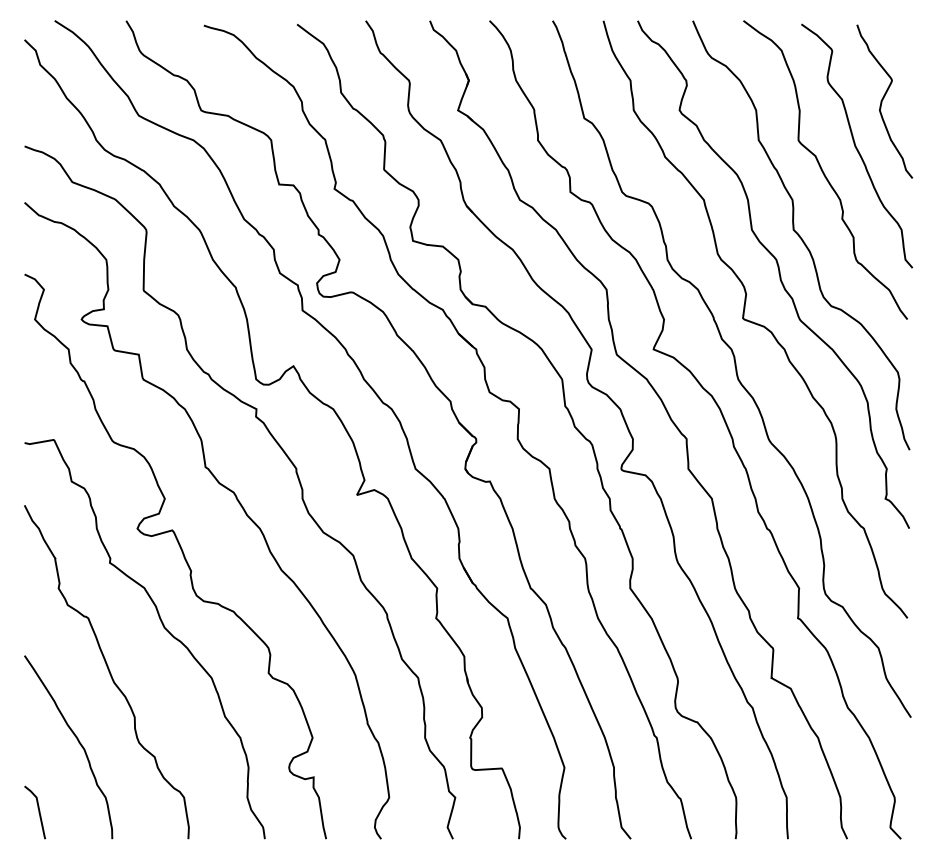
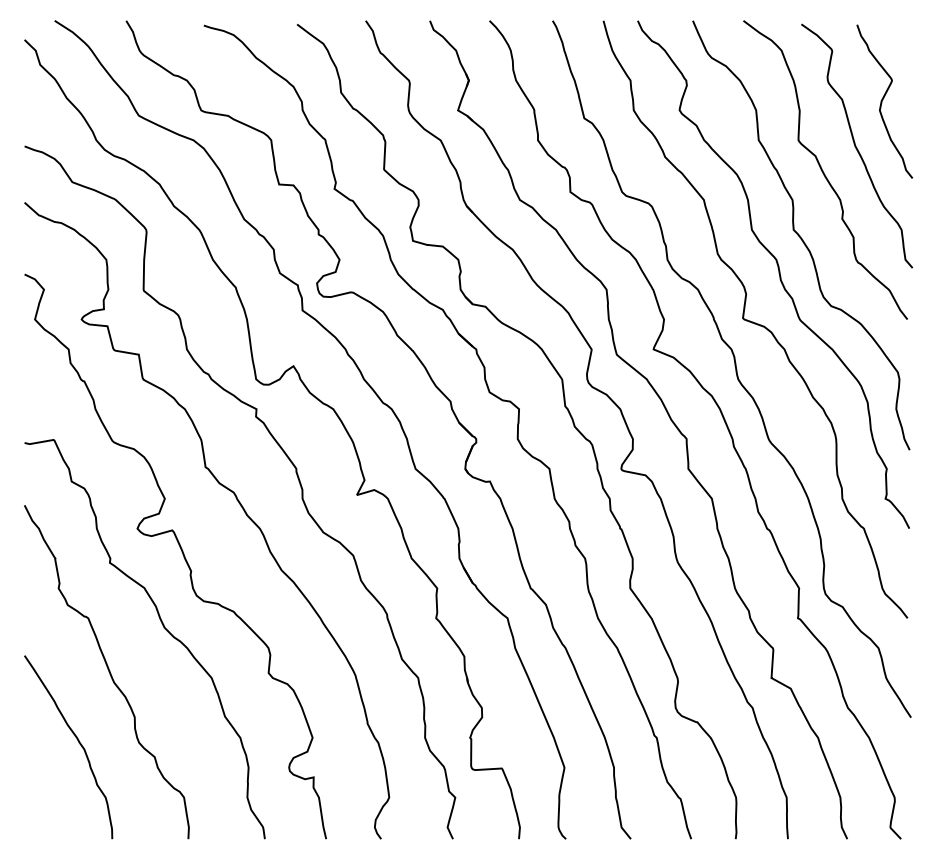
curve at (38, 812): present -> none
